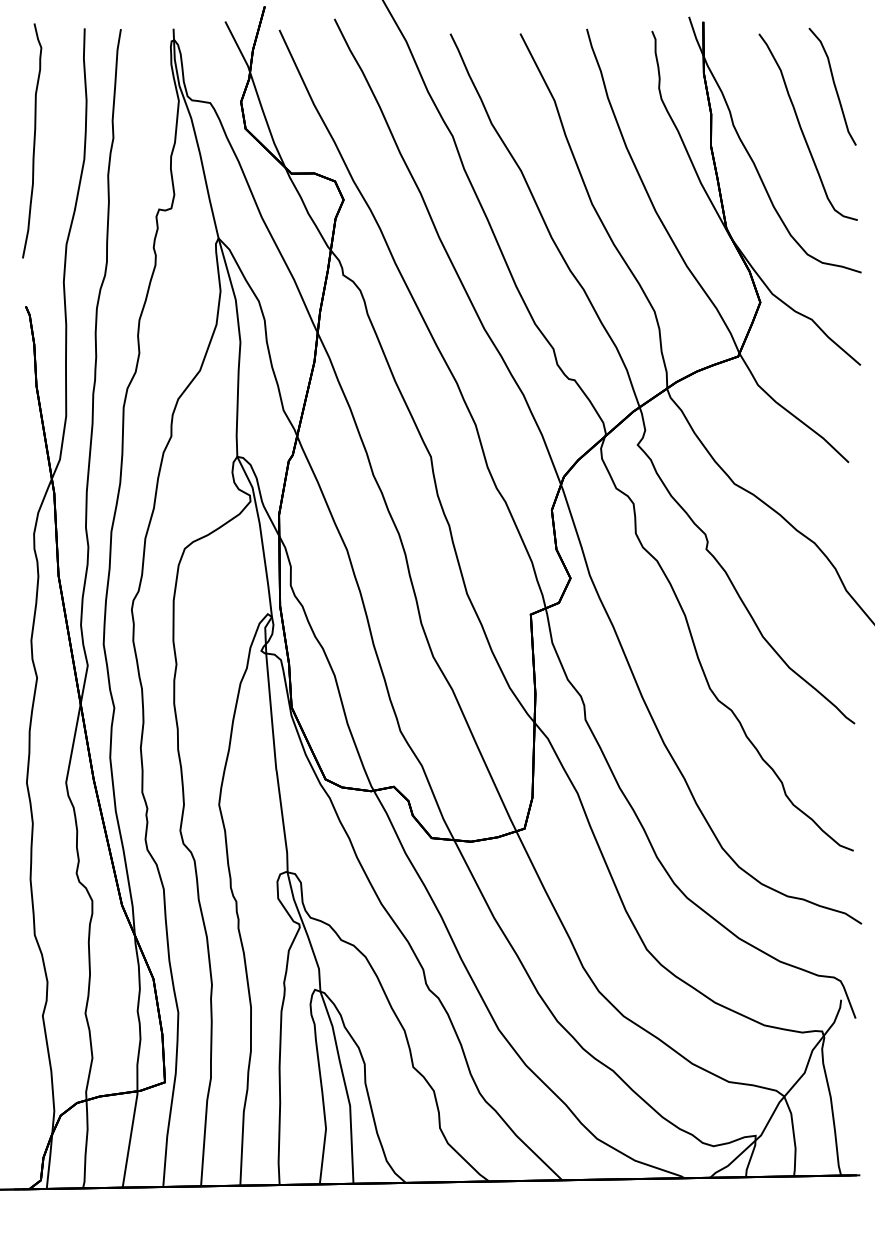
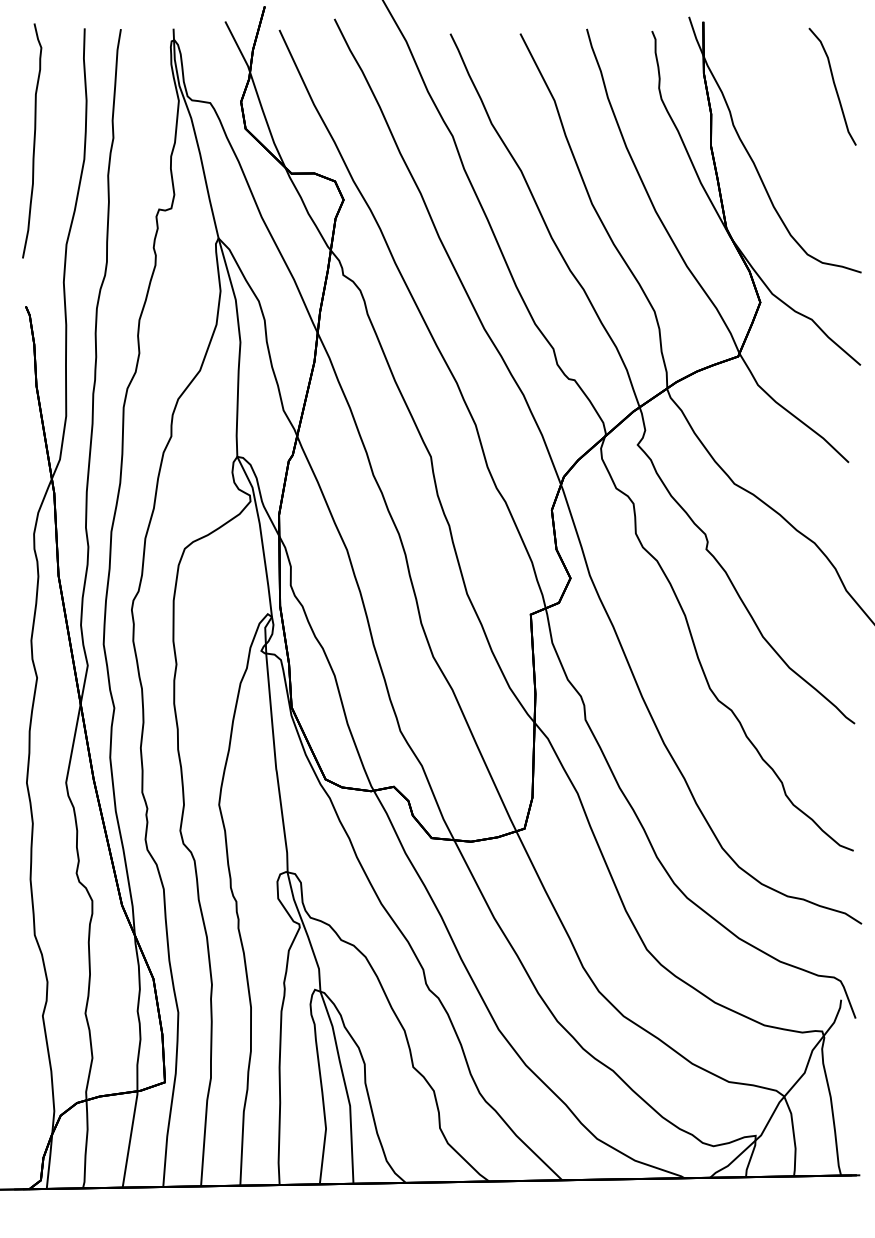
curve at (802, 129): present -> none
